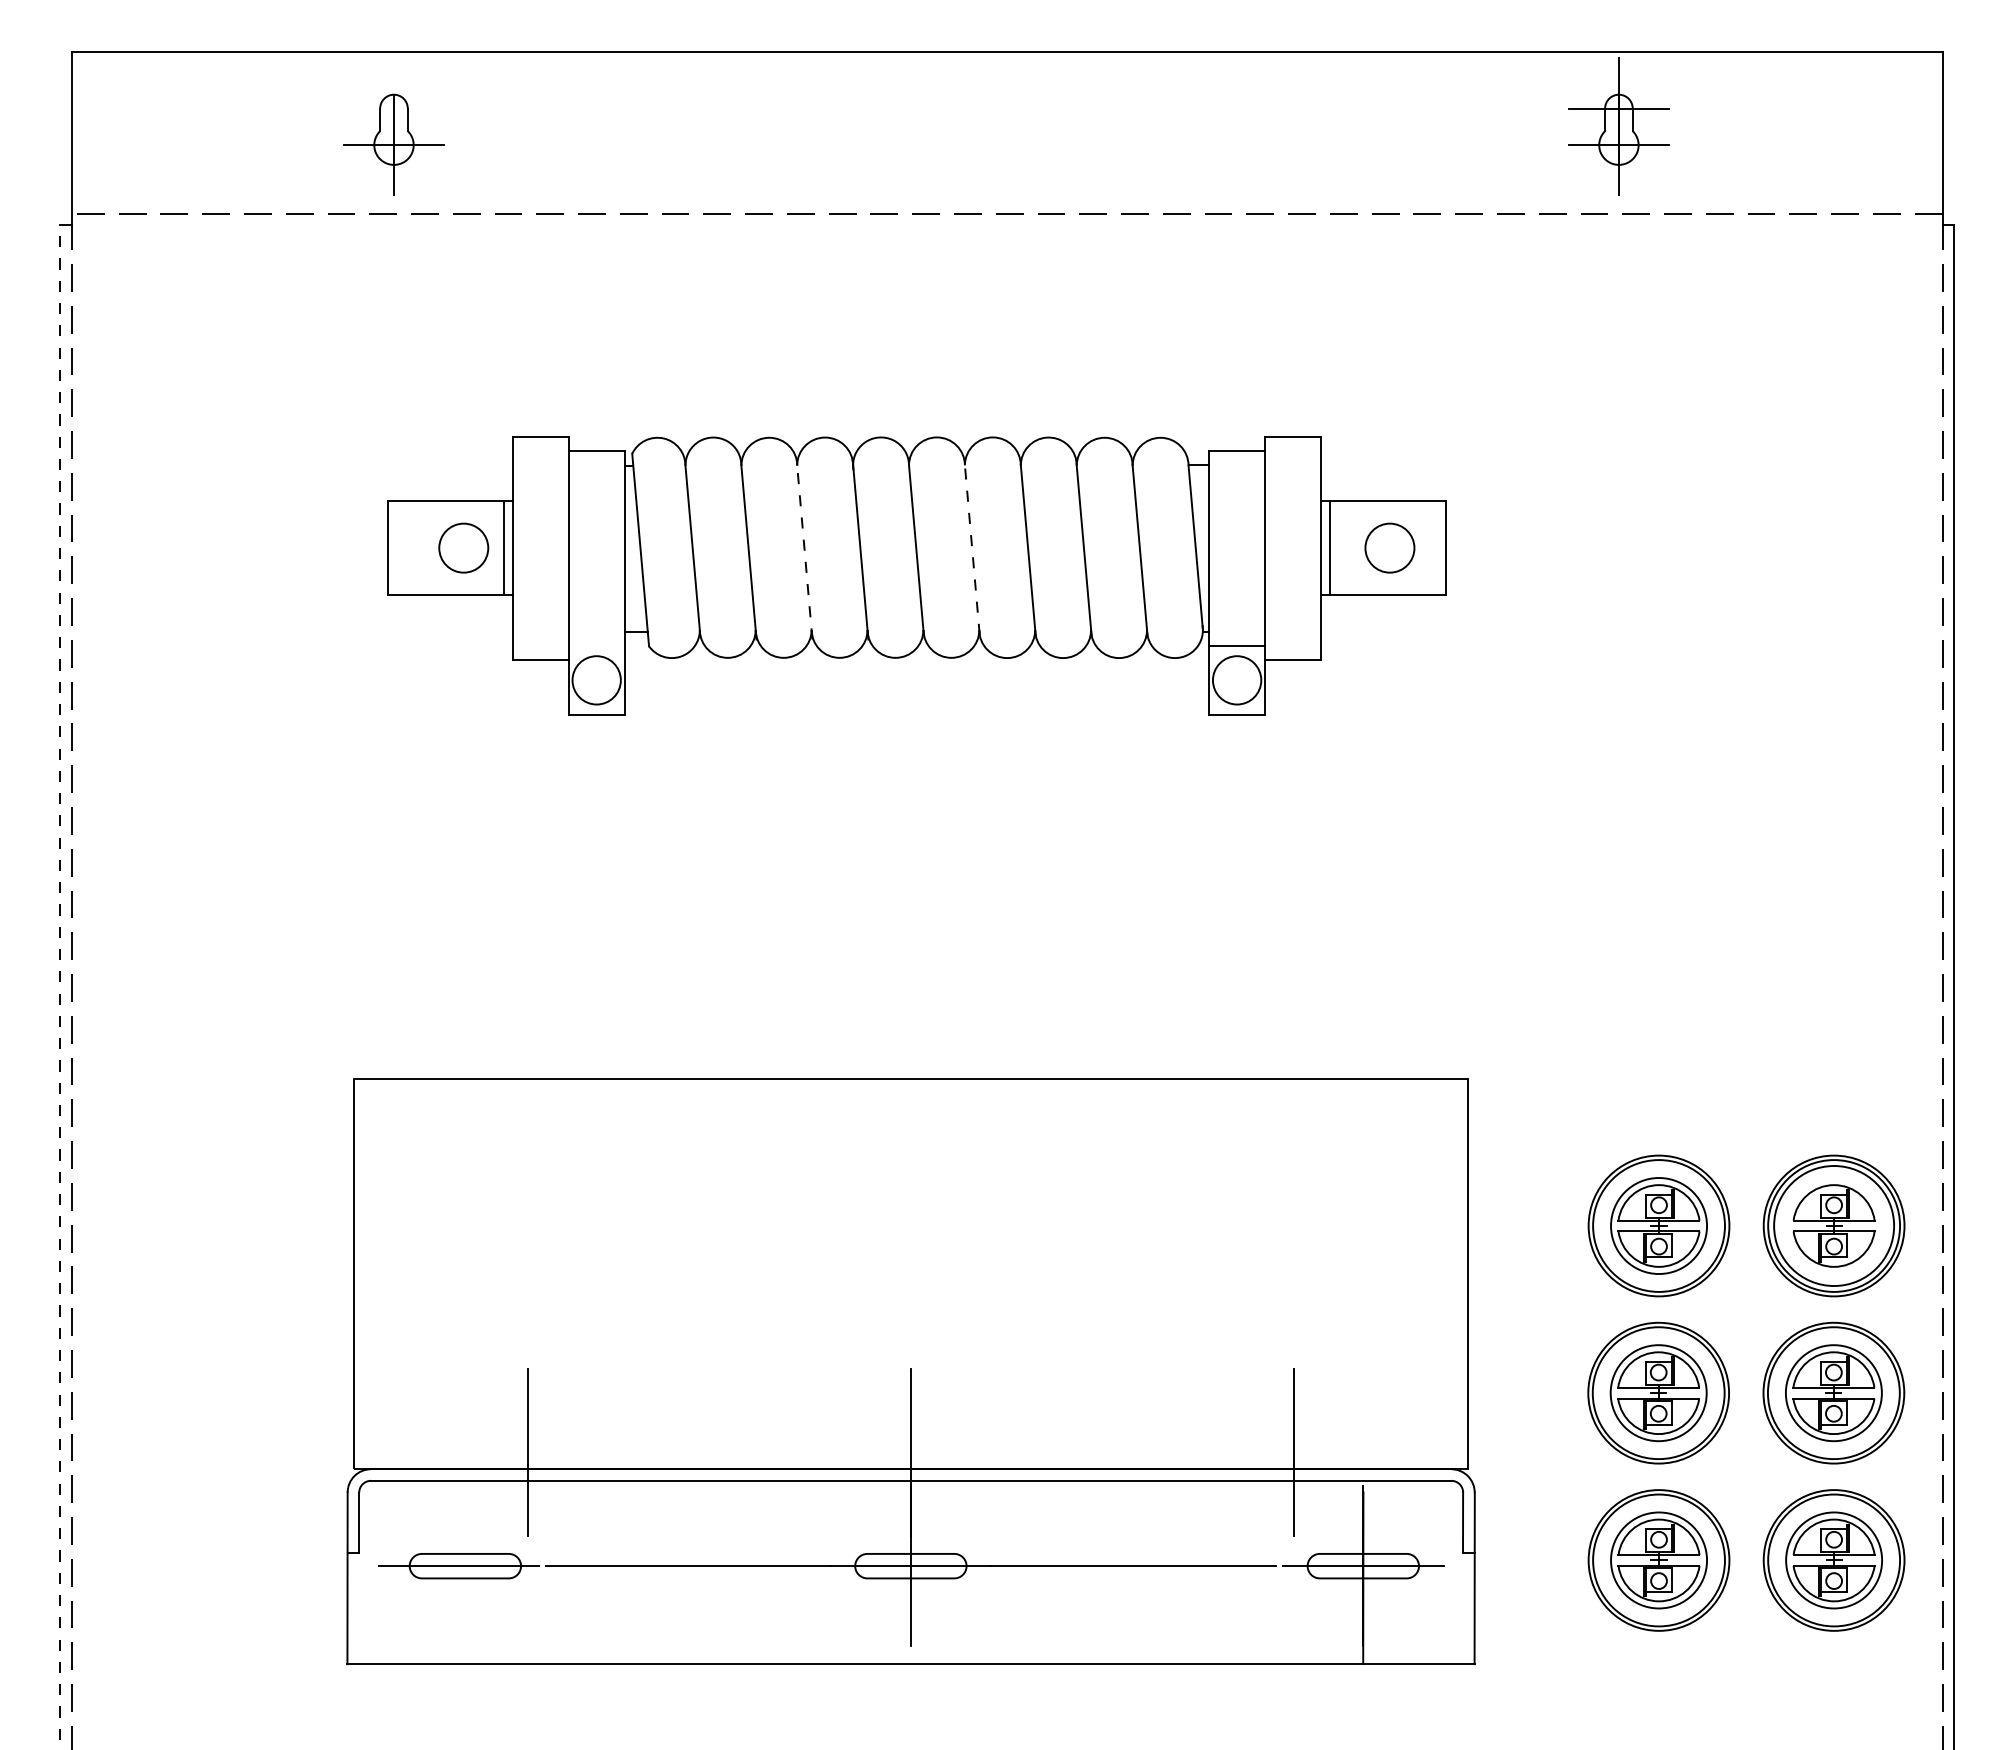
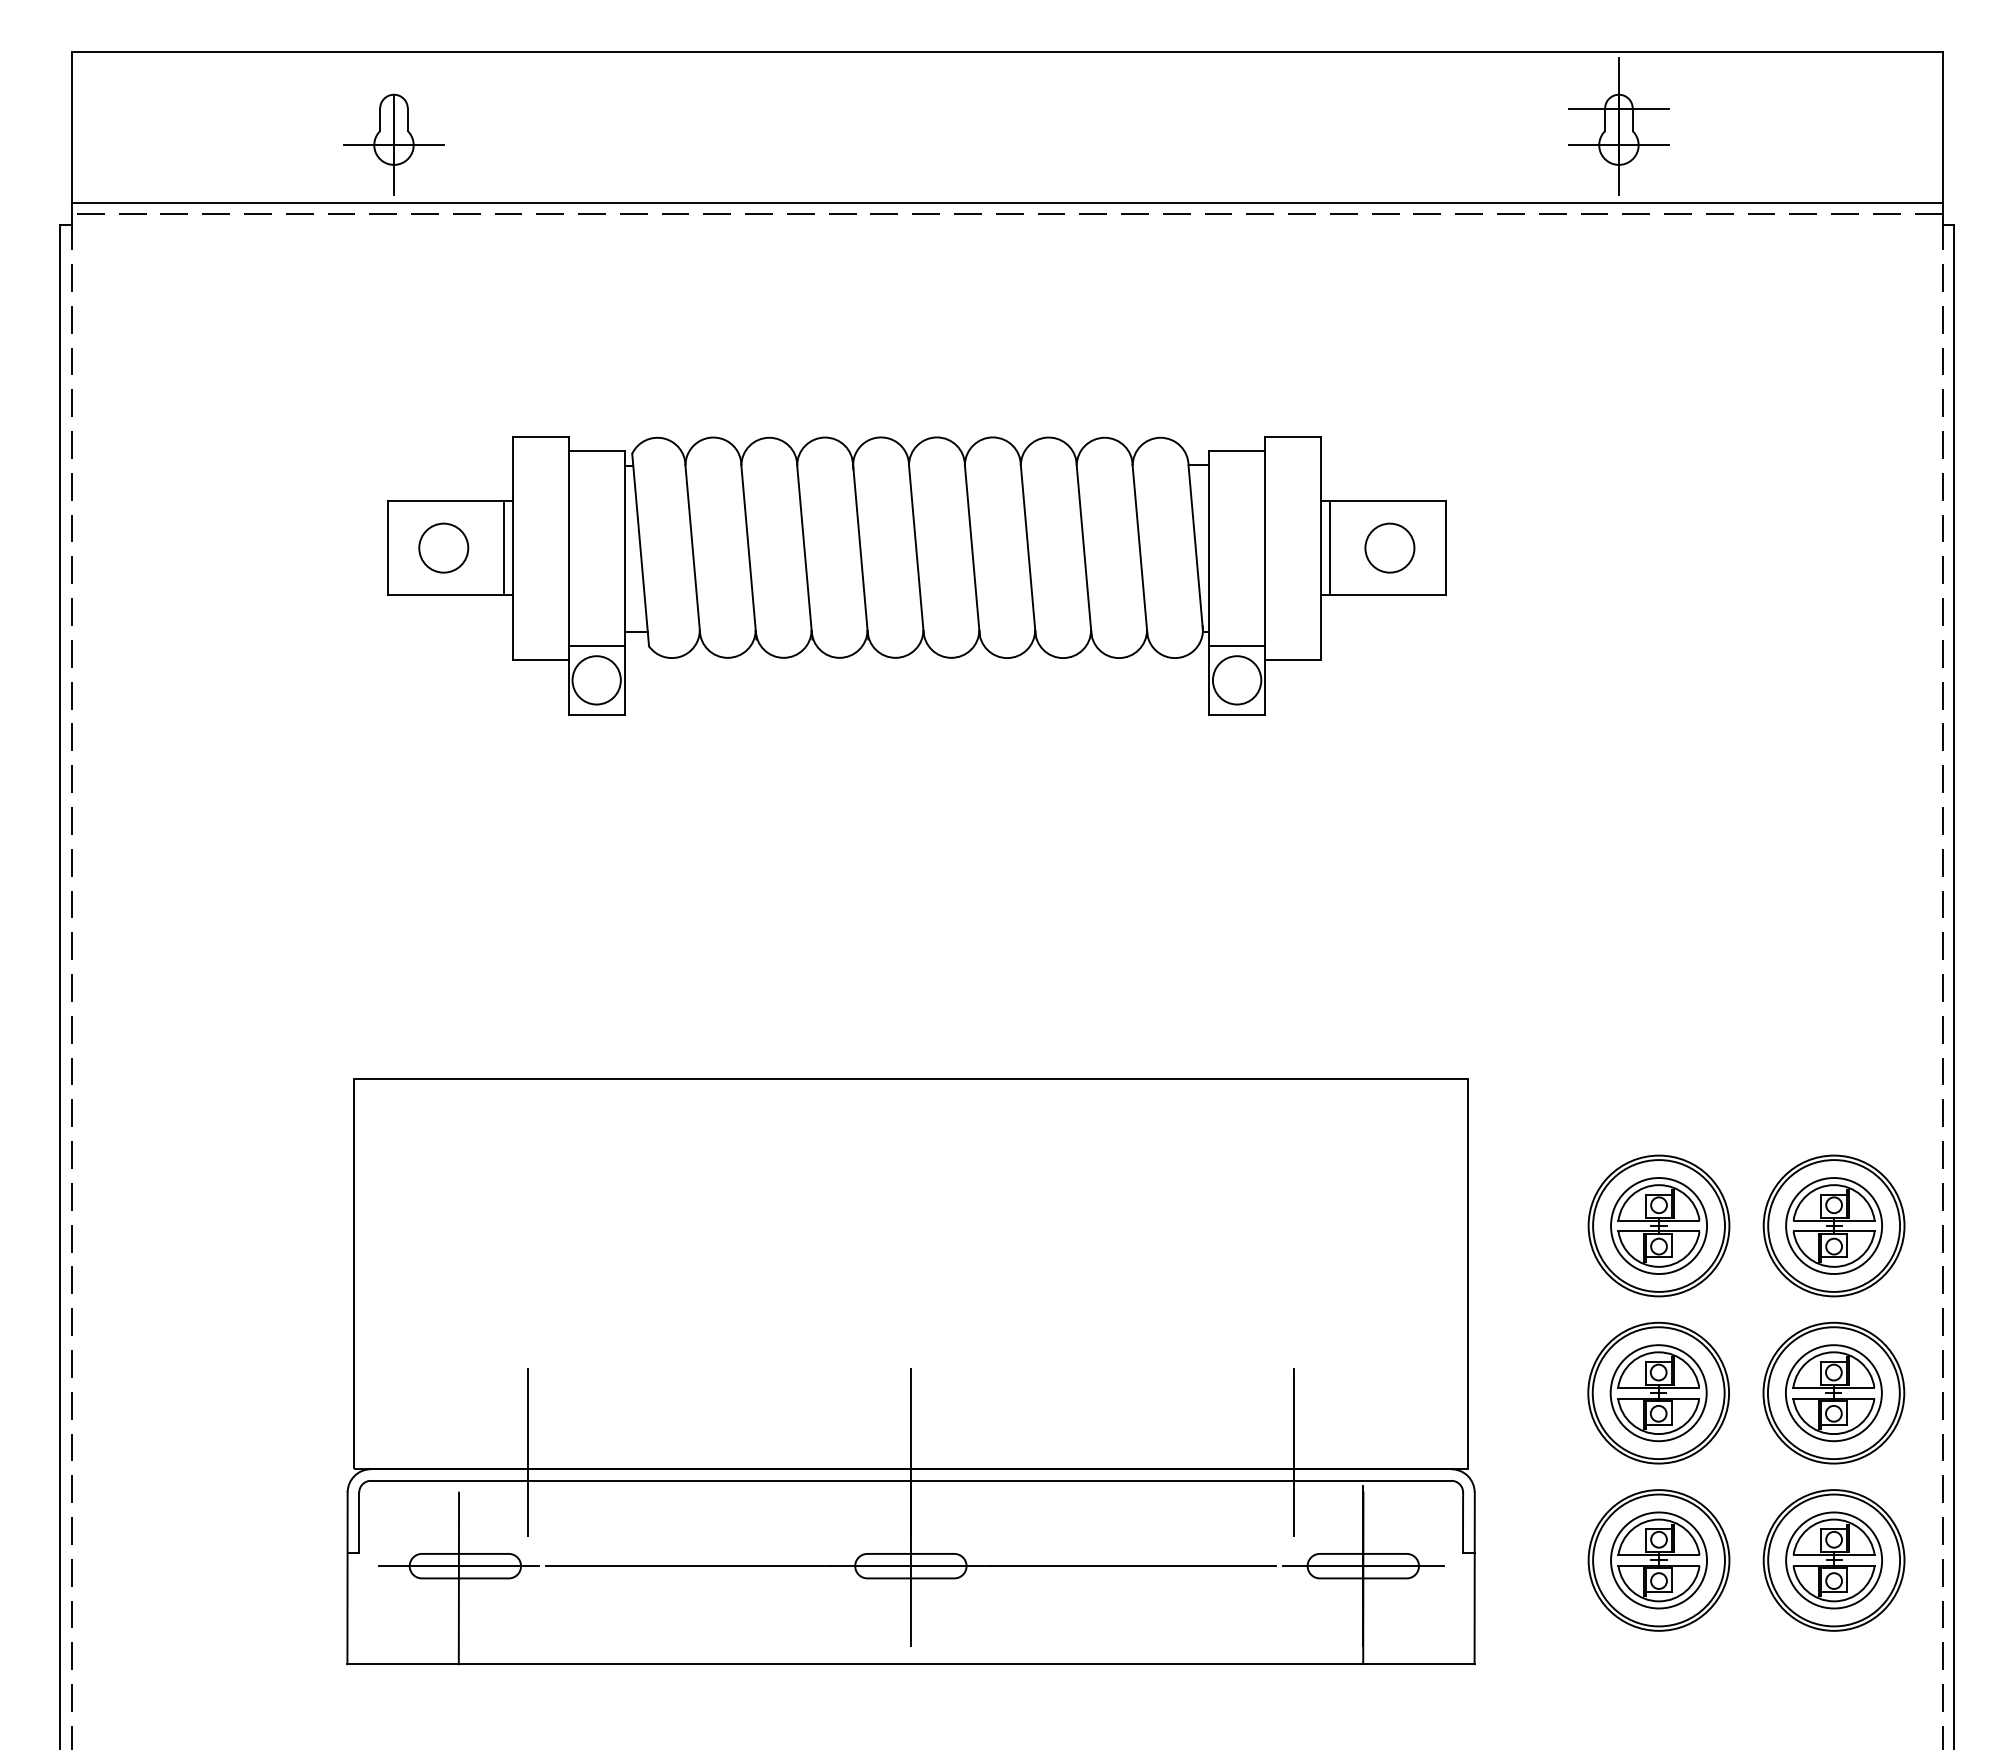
line at (1006, 202): none -> present
circle at (463, 547) position: (463, 547) -> (443, 547)
line at (972, 549): dashed -> solid
line at (804, 552): dashed -> solid
line at (596, 645): none -> present
line at (60, 986): dashed -> solid
circle at (1834, 1226) diameter: 120 px -> 96 px
line at (458, 1578): none -> present
